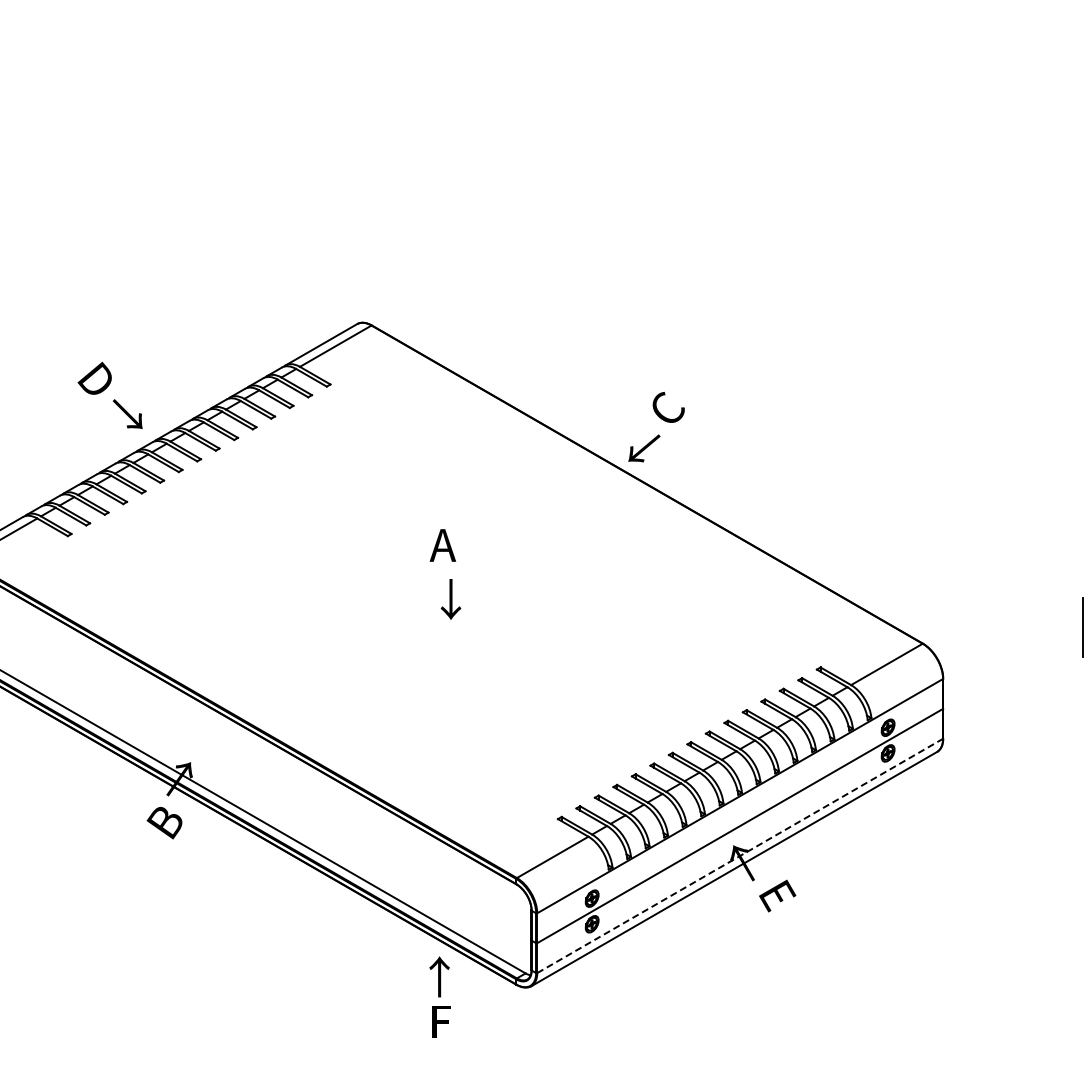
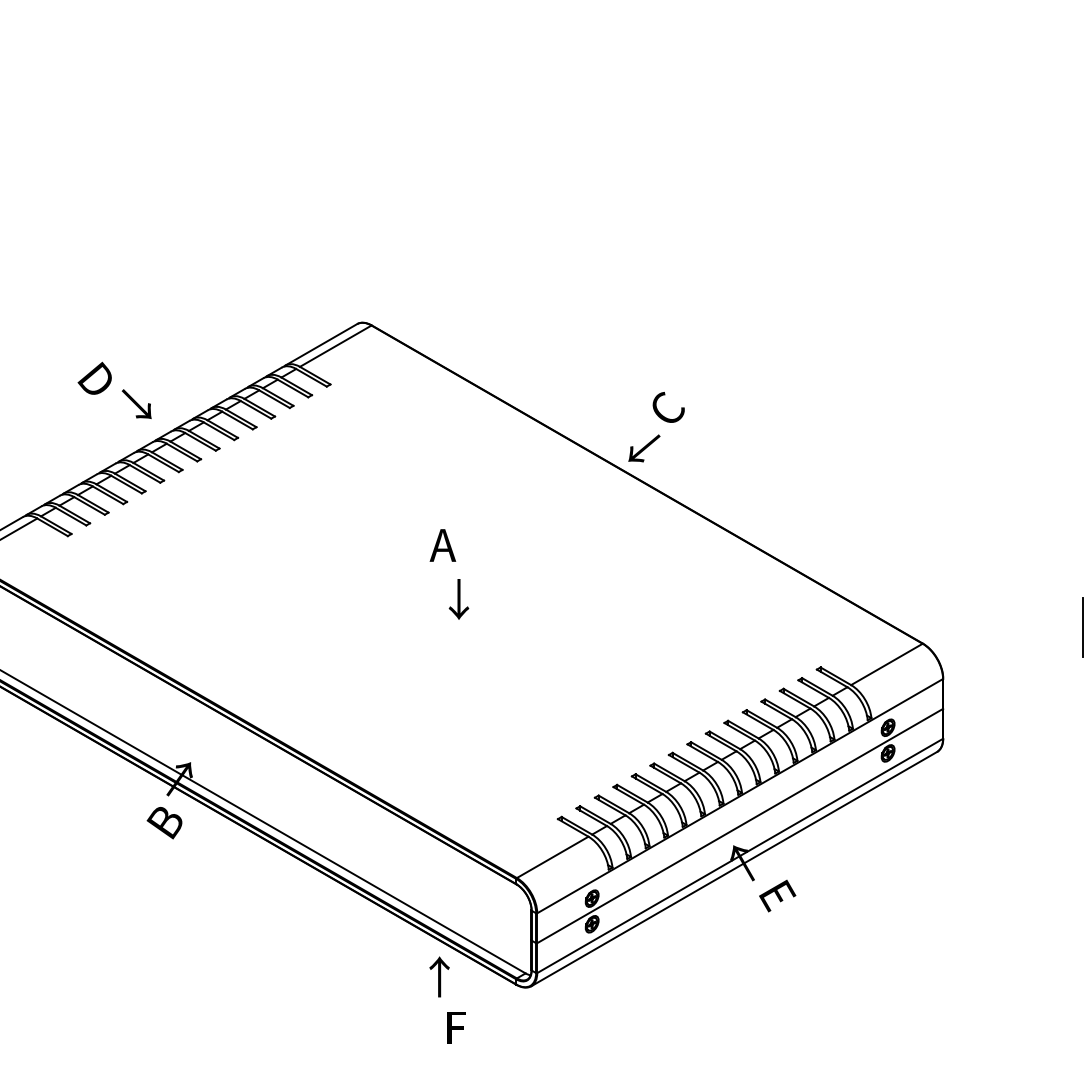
text at (127, 414) position: (127, 414) -> (136, 404)
text at (450, 599) position: (450, 599) -> (458, 599)
line at (740, 855): dashed -> solid
text at (441, 1021) position: (441, 1021) -> (456, 1027)
